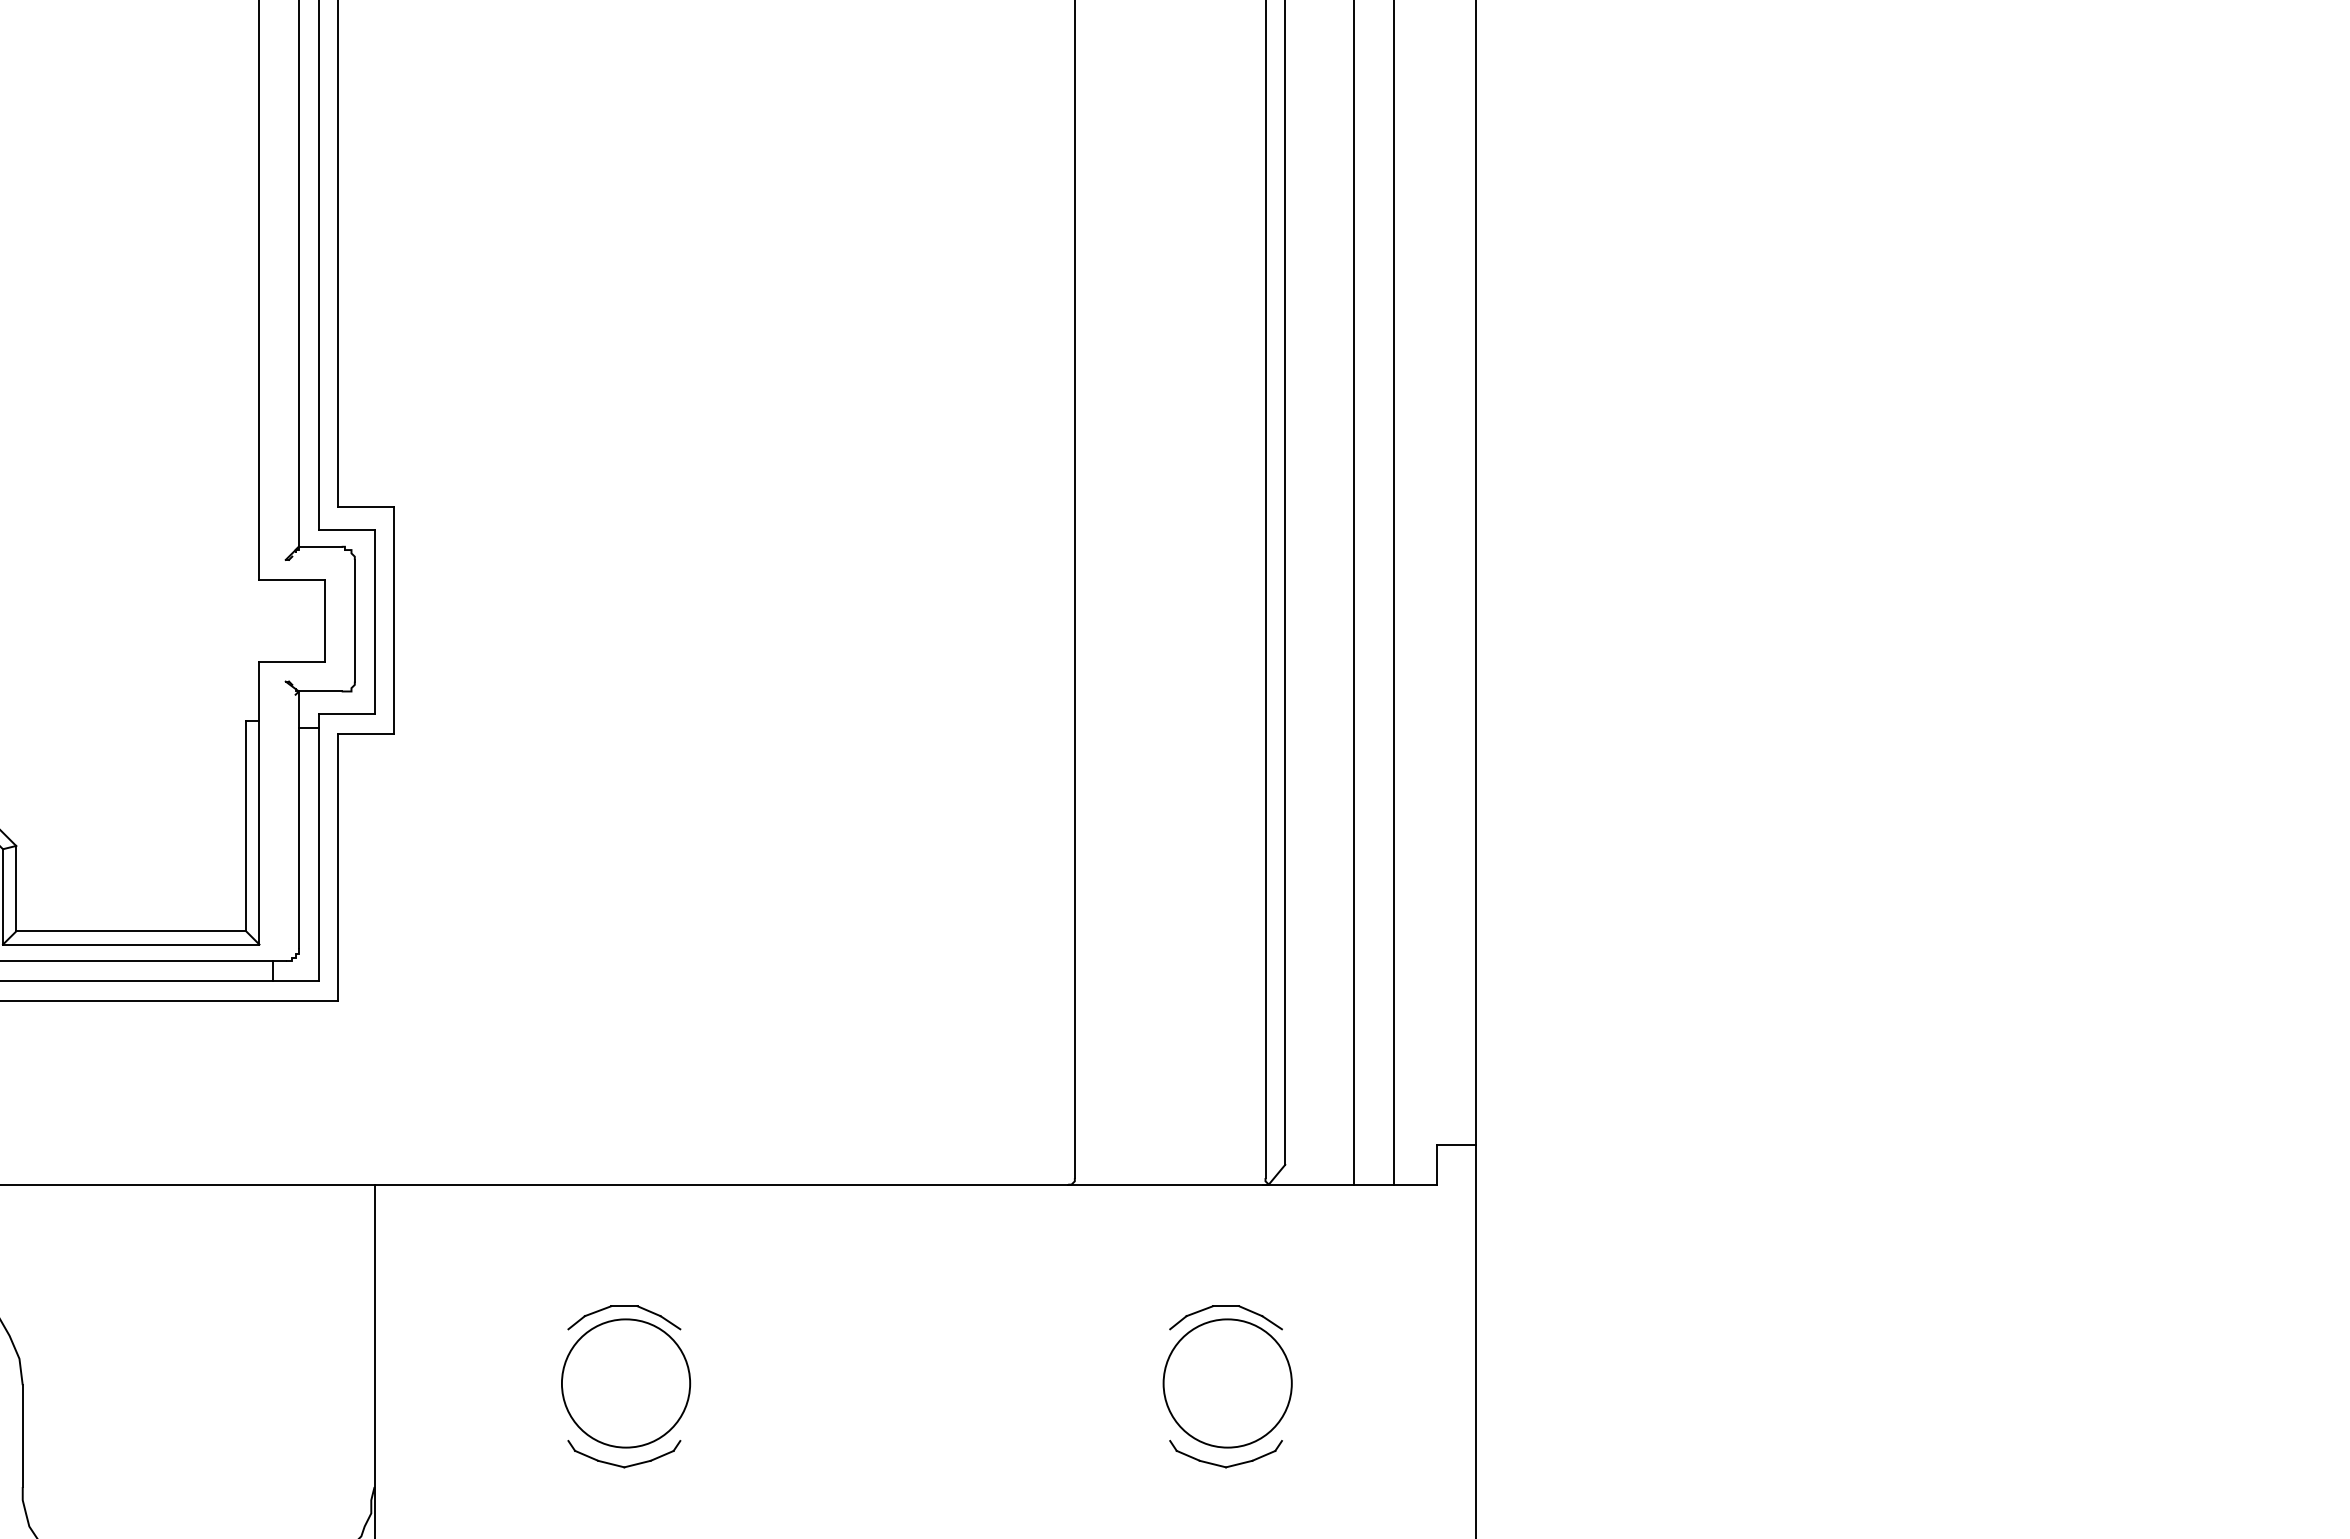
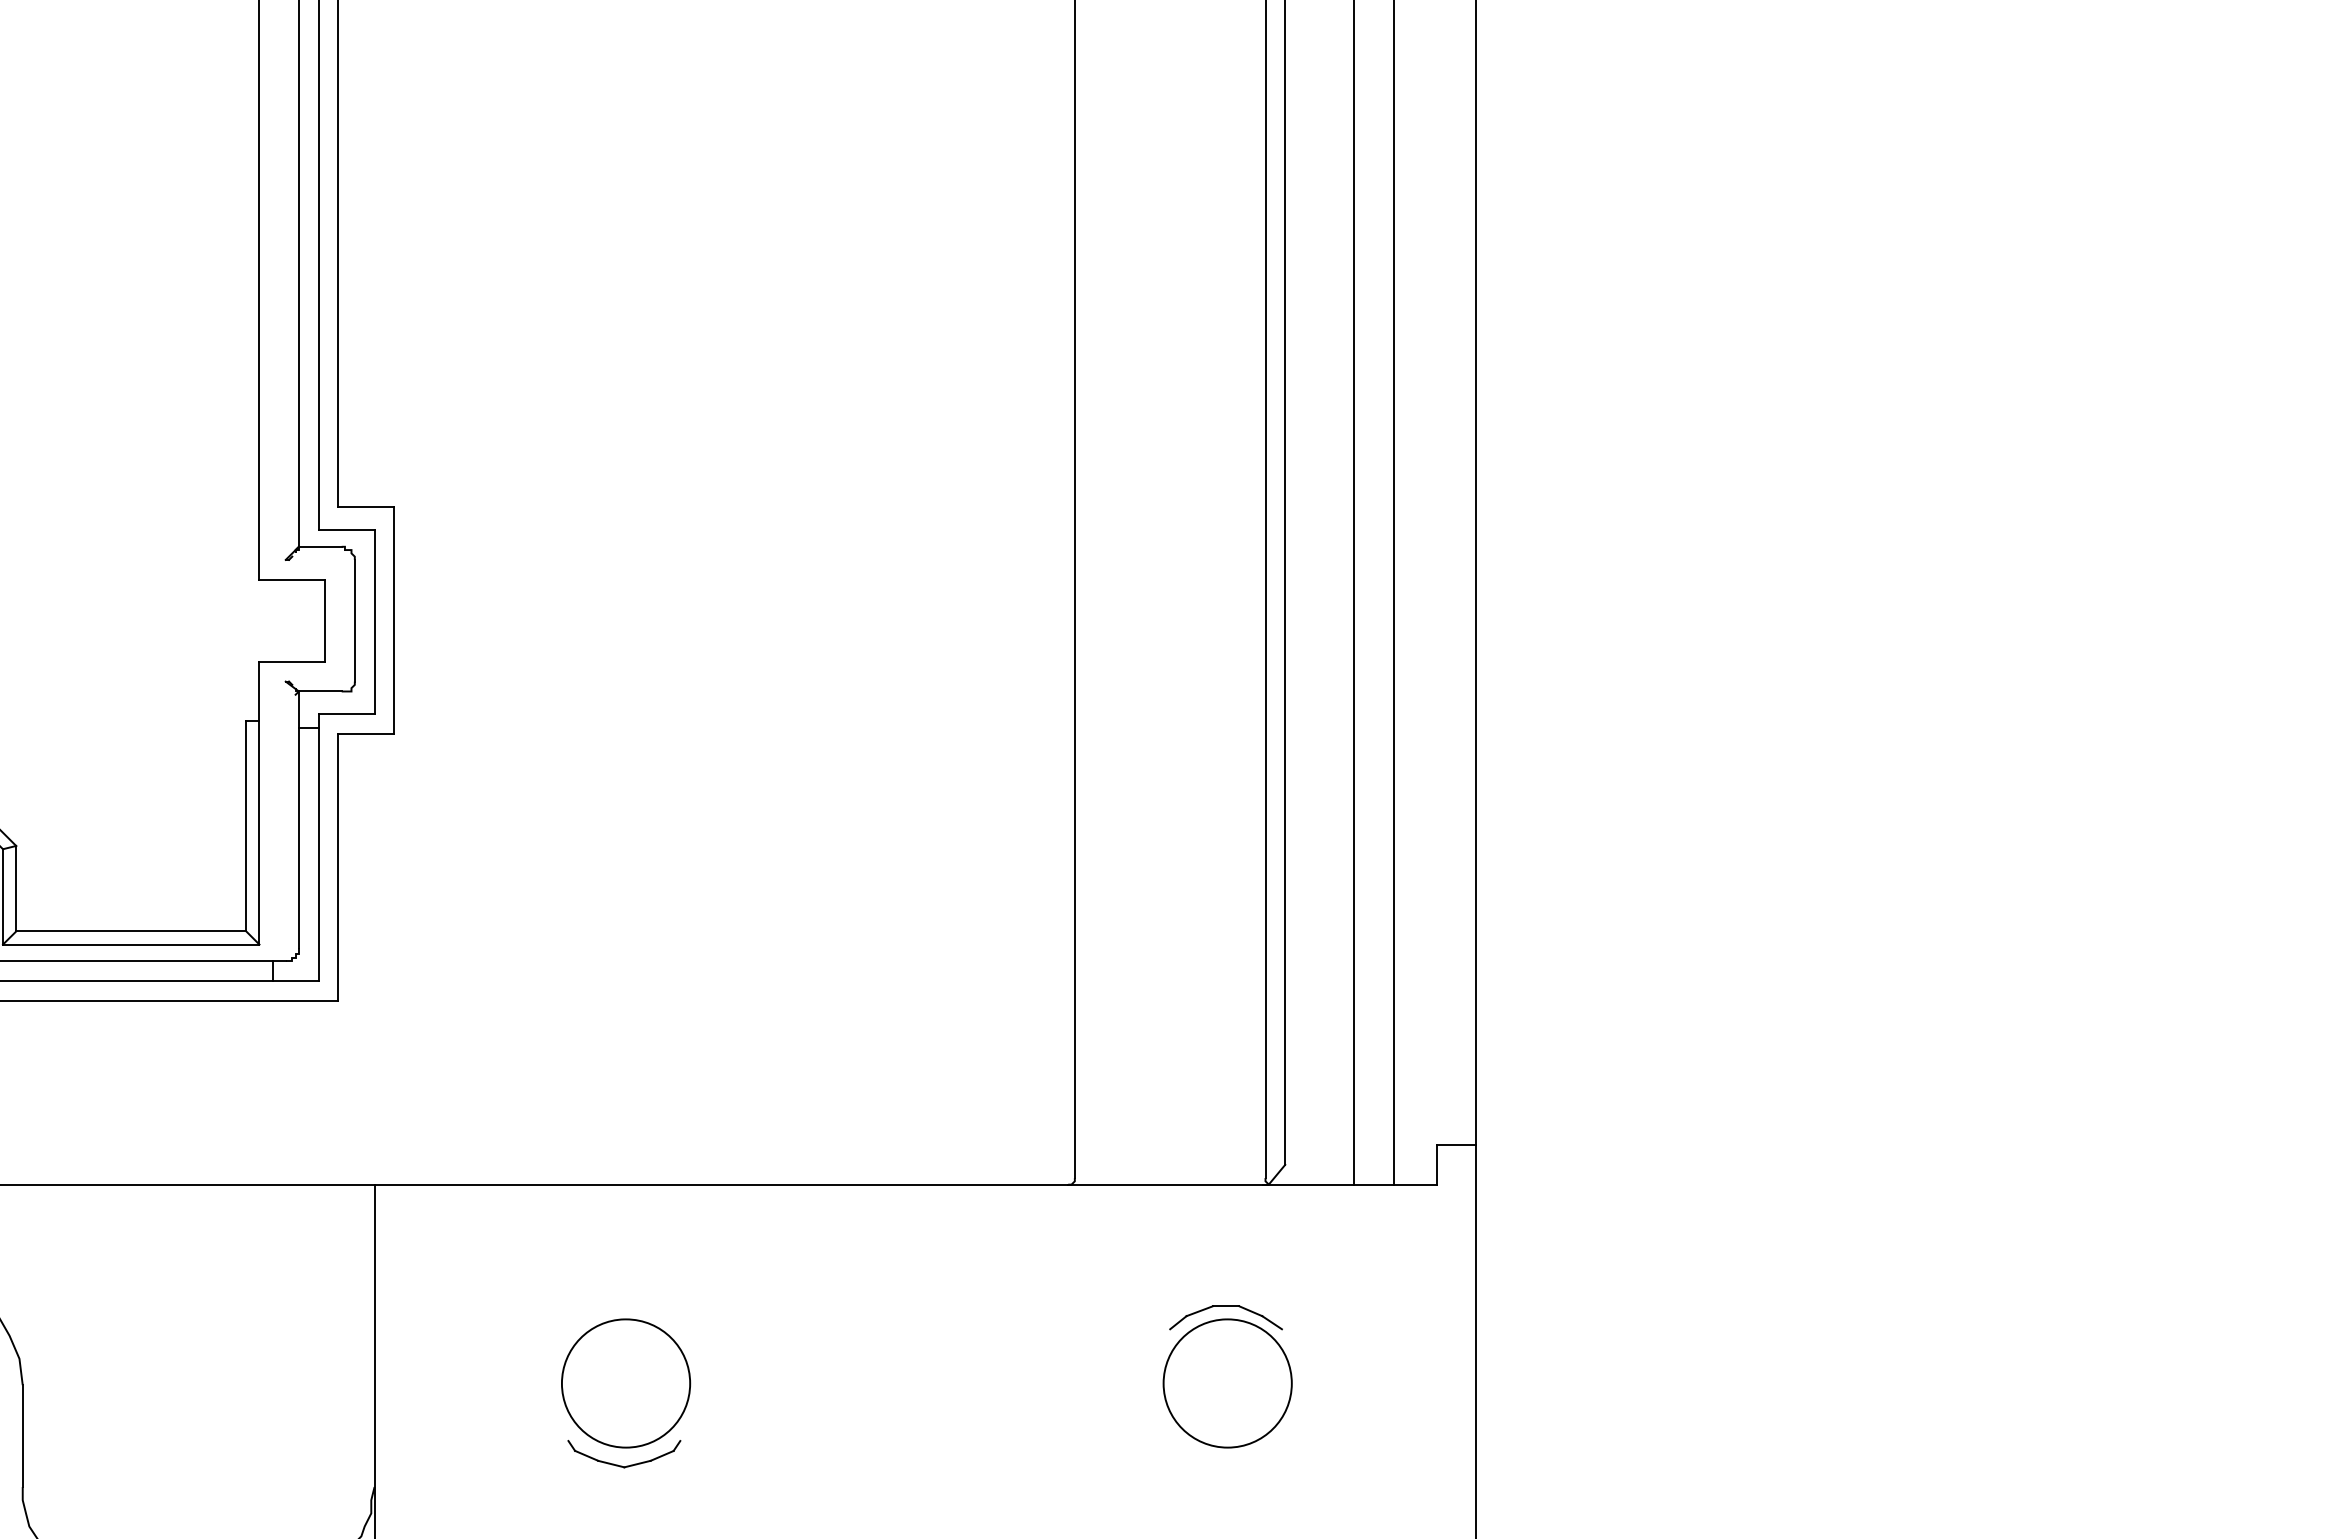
part at (624, 1306): present -> none
part at (1223, 1465): present -> none
